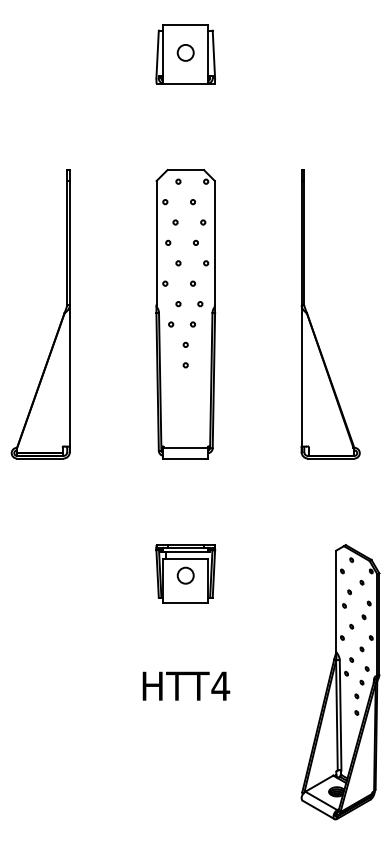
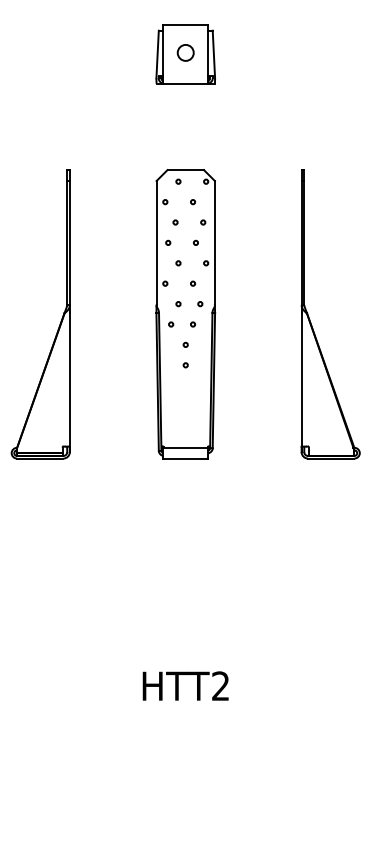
part at (185, 573): present -> none
part at (340, 682): present -> none
text at (220, 685): HTT4 -> HTT2
